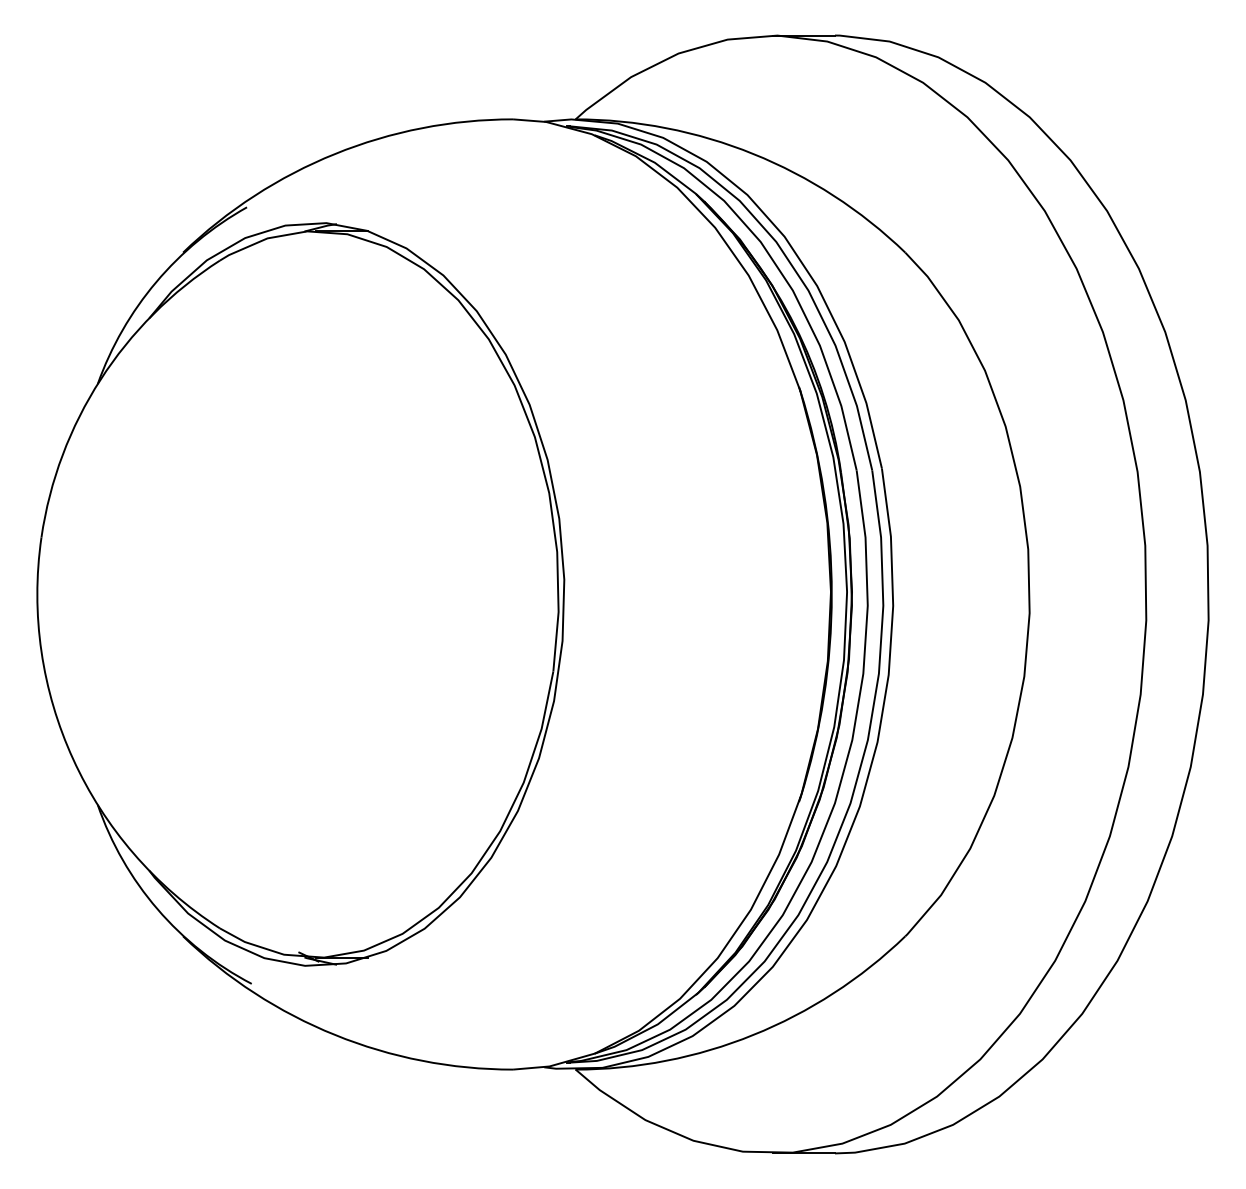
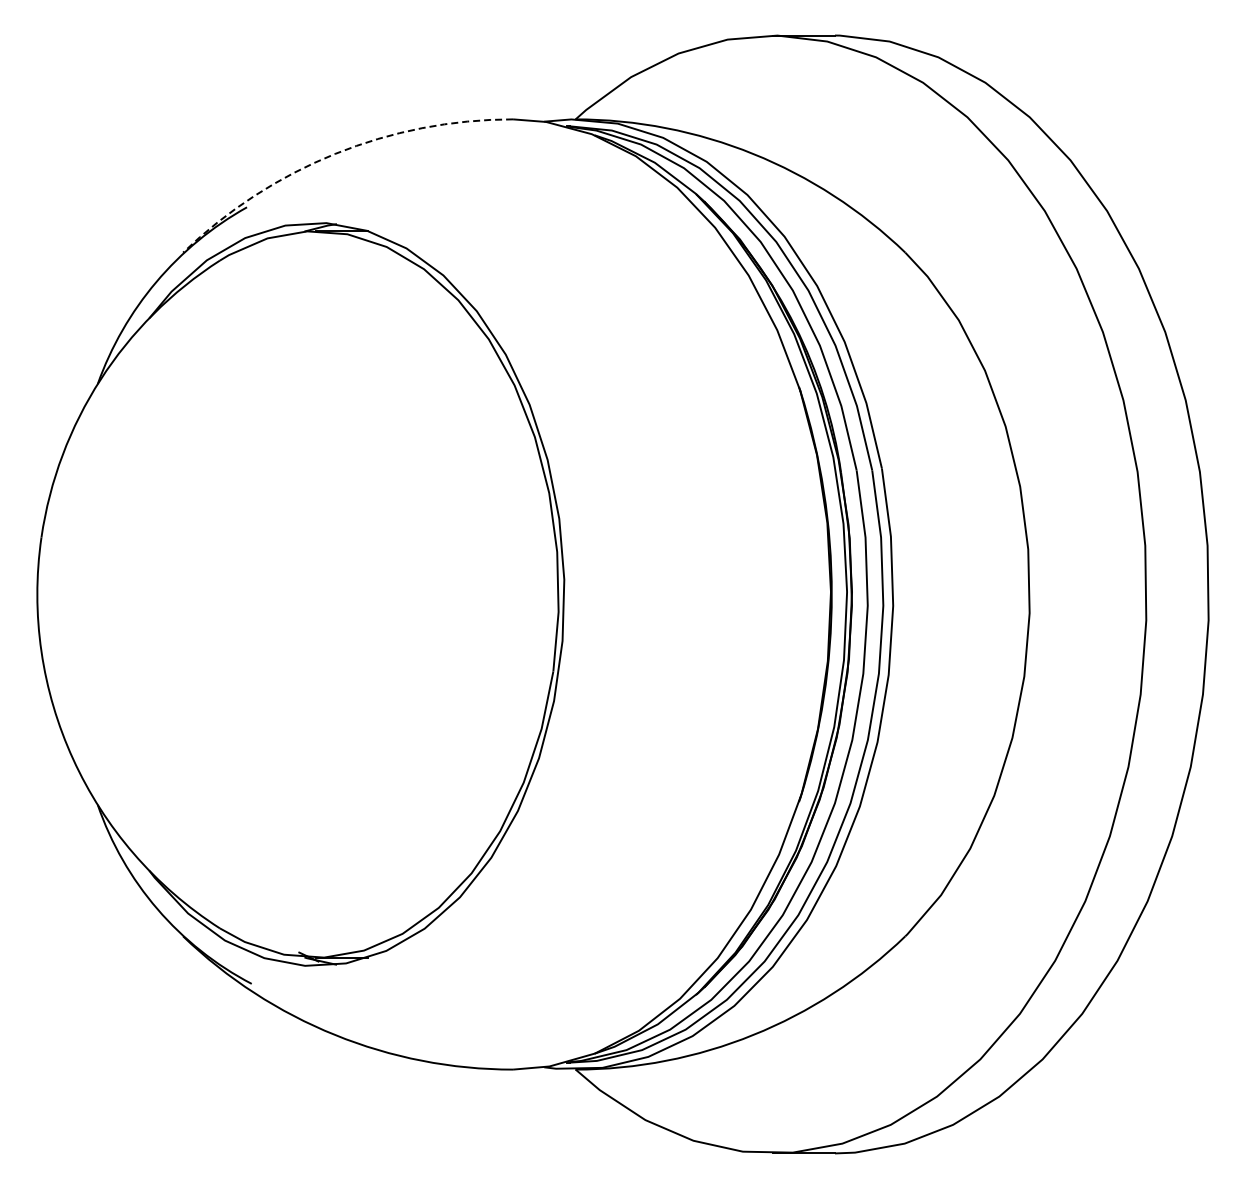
arc at (335, 153): solid -> dashed
